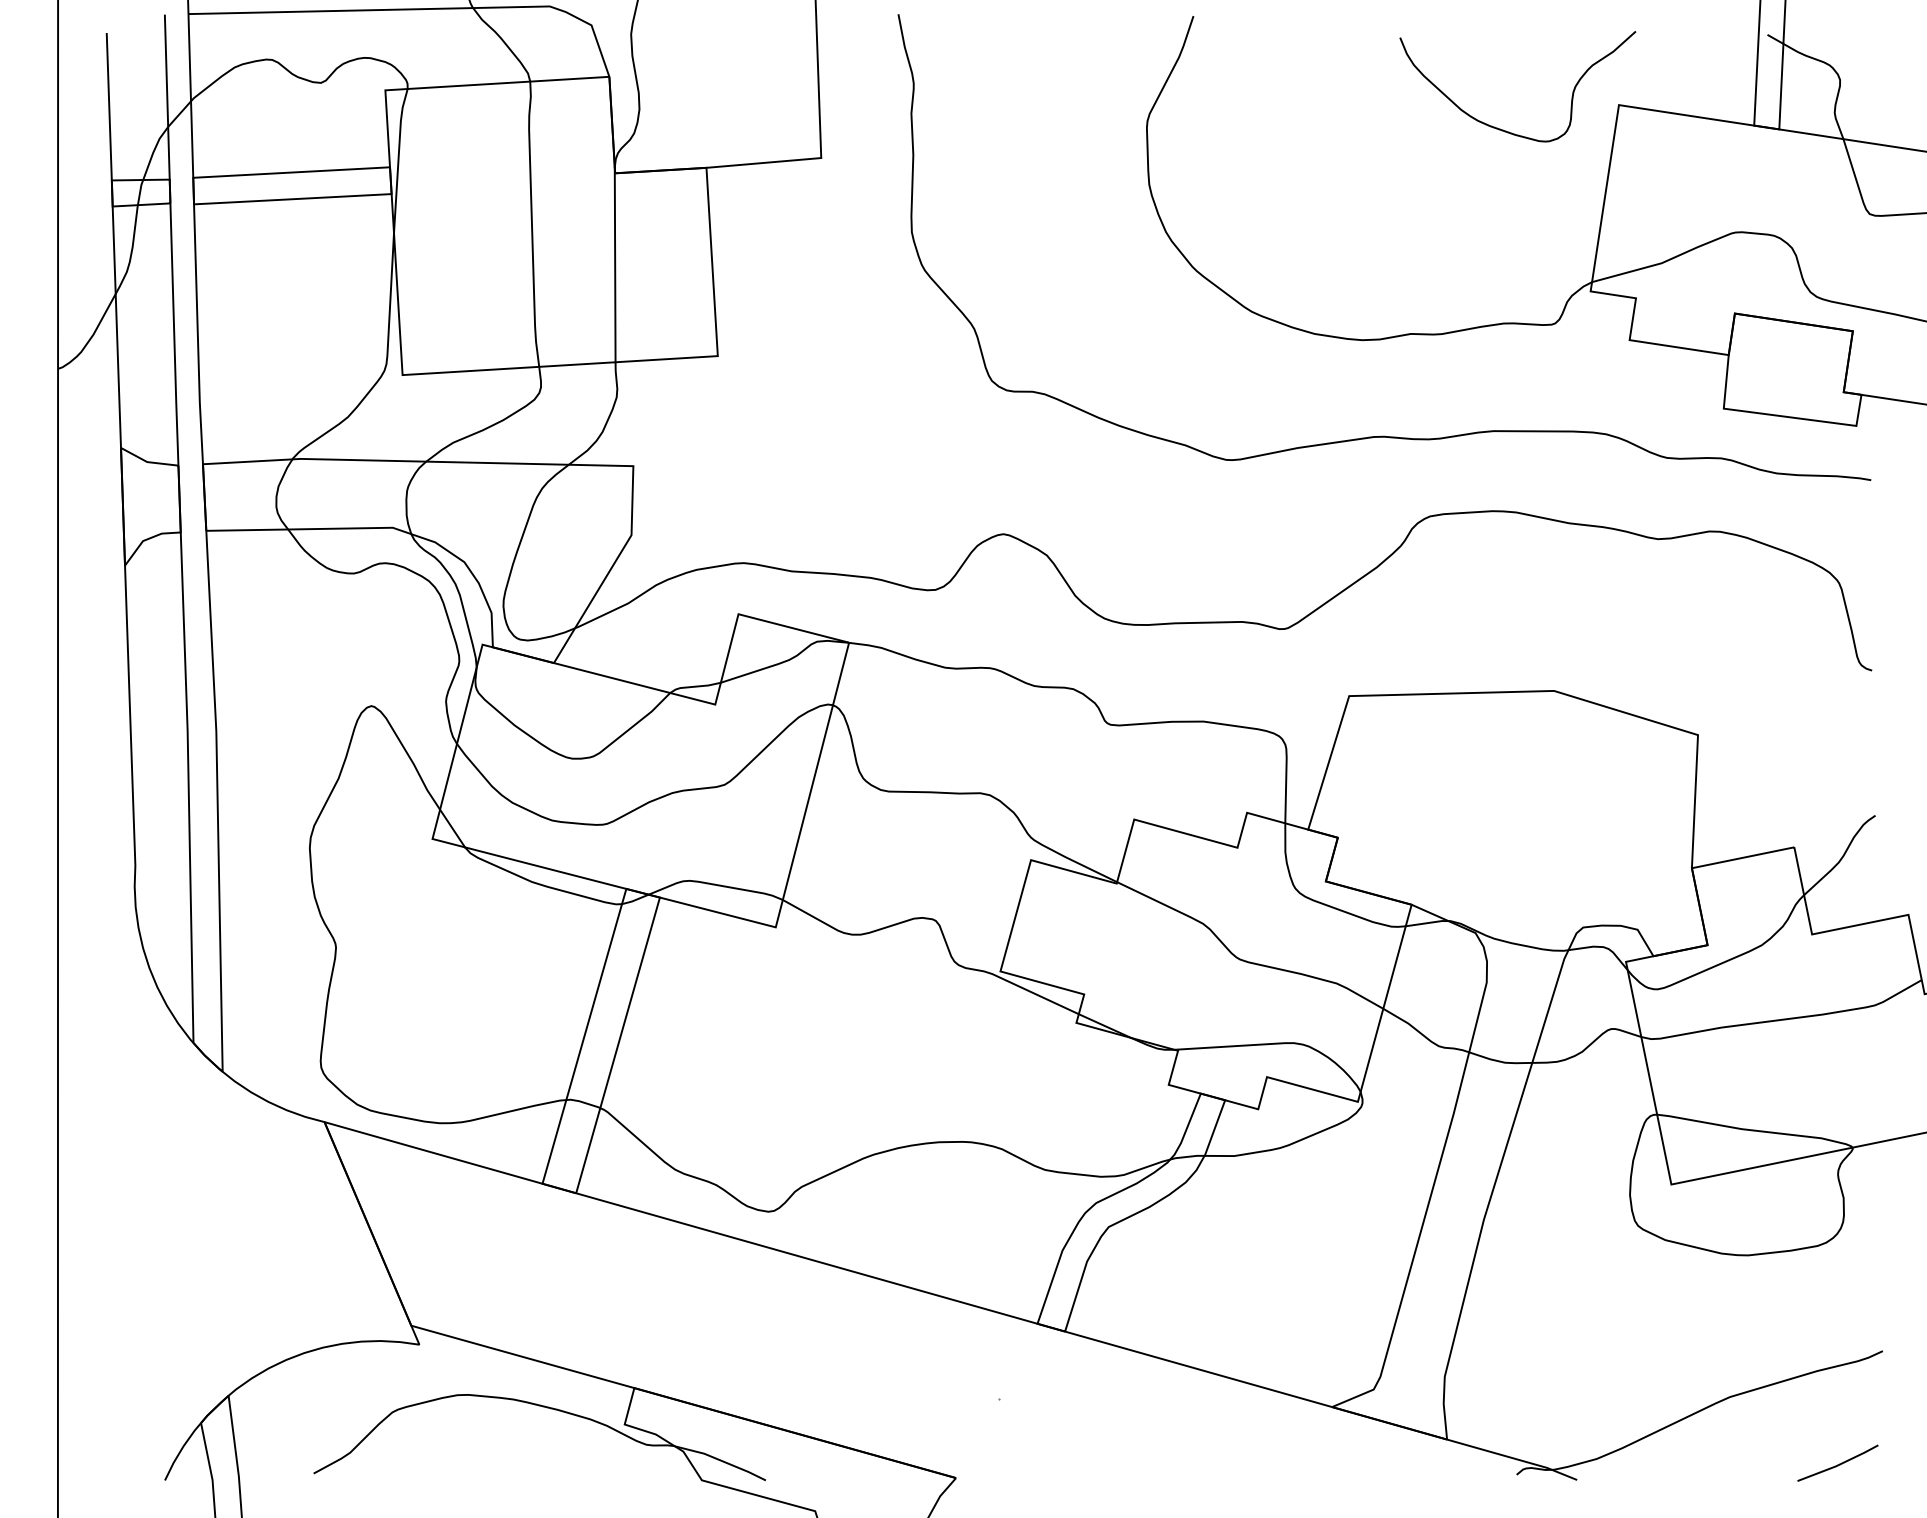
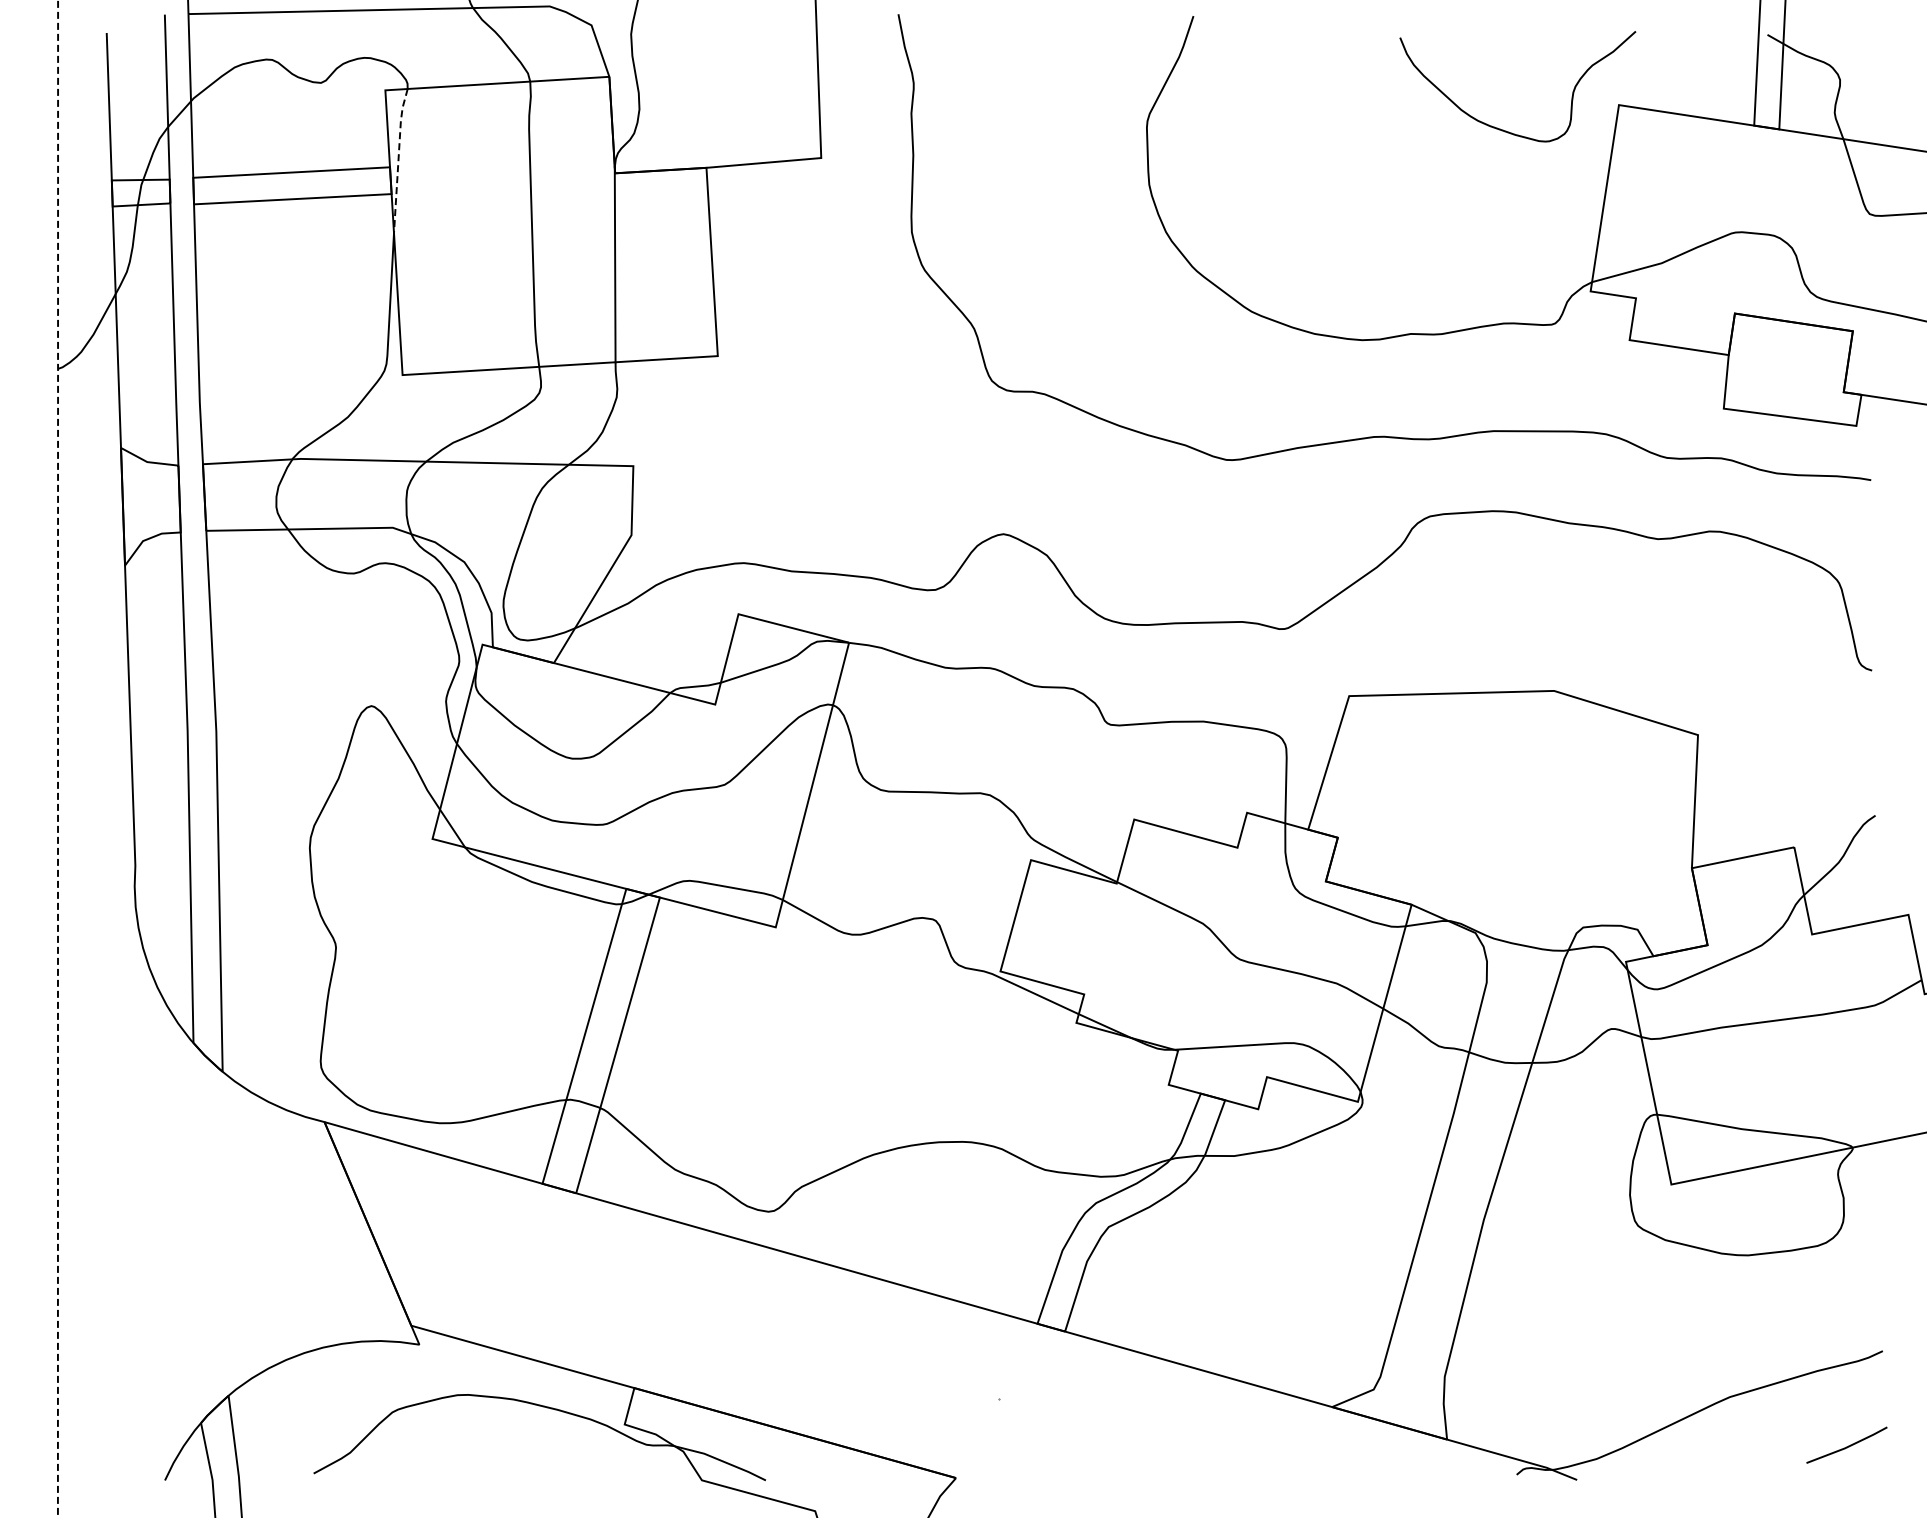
line at (398, 159): solid -> dashed
line at (58, 758): solid -> dashed
line at (1837, 1464) position: (1837, 1464) -> (1846, 1446)
